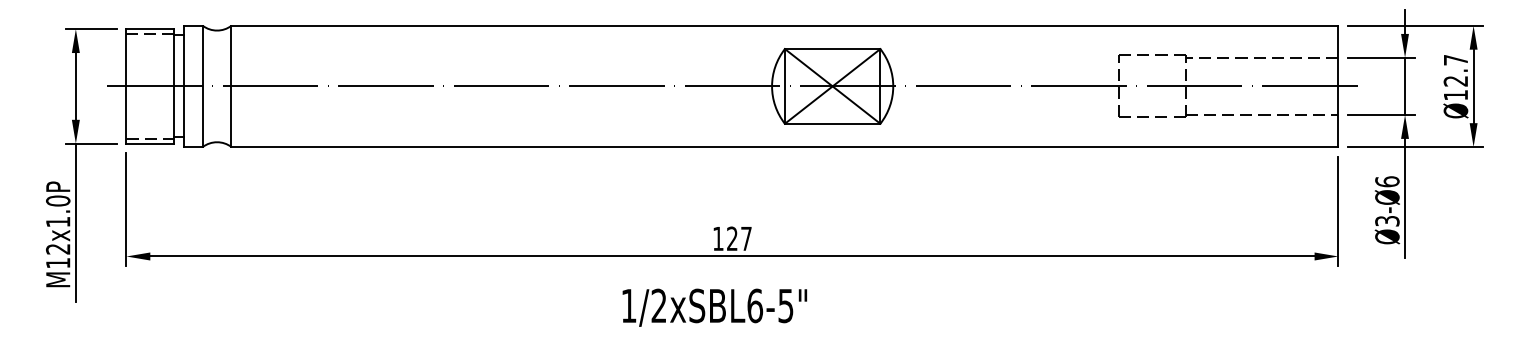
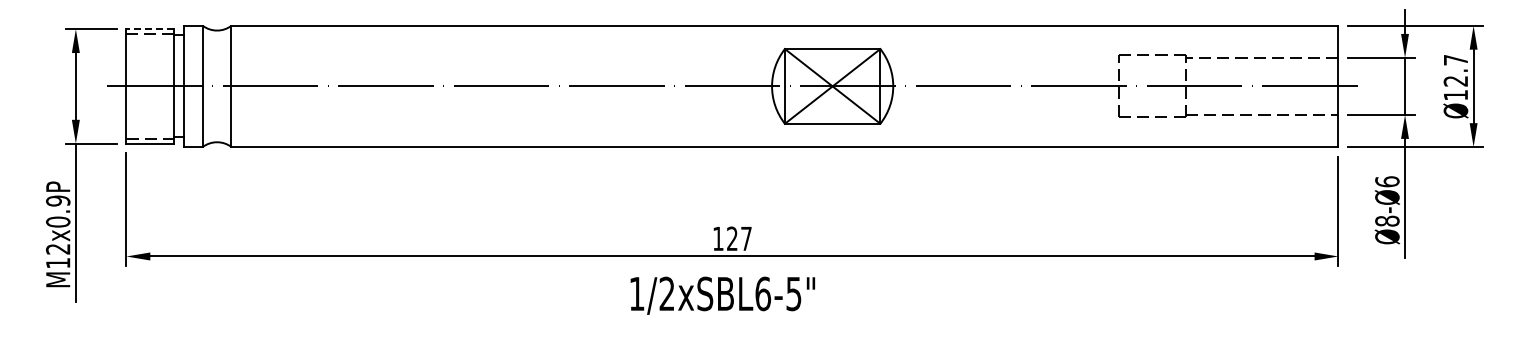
line at (150, 29): solid -> dashed
text at (58, 211): M12x1.0P -> M12x0.9P
text at (1387, 220): Ø3-Ø6 -> Ø8-Ø6
text at (714, 307) position: (714, 307) -> (722, 295)
